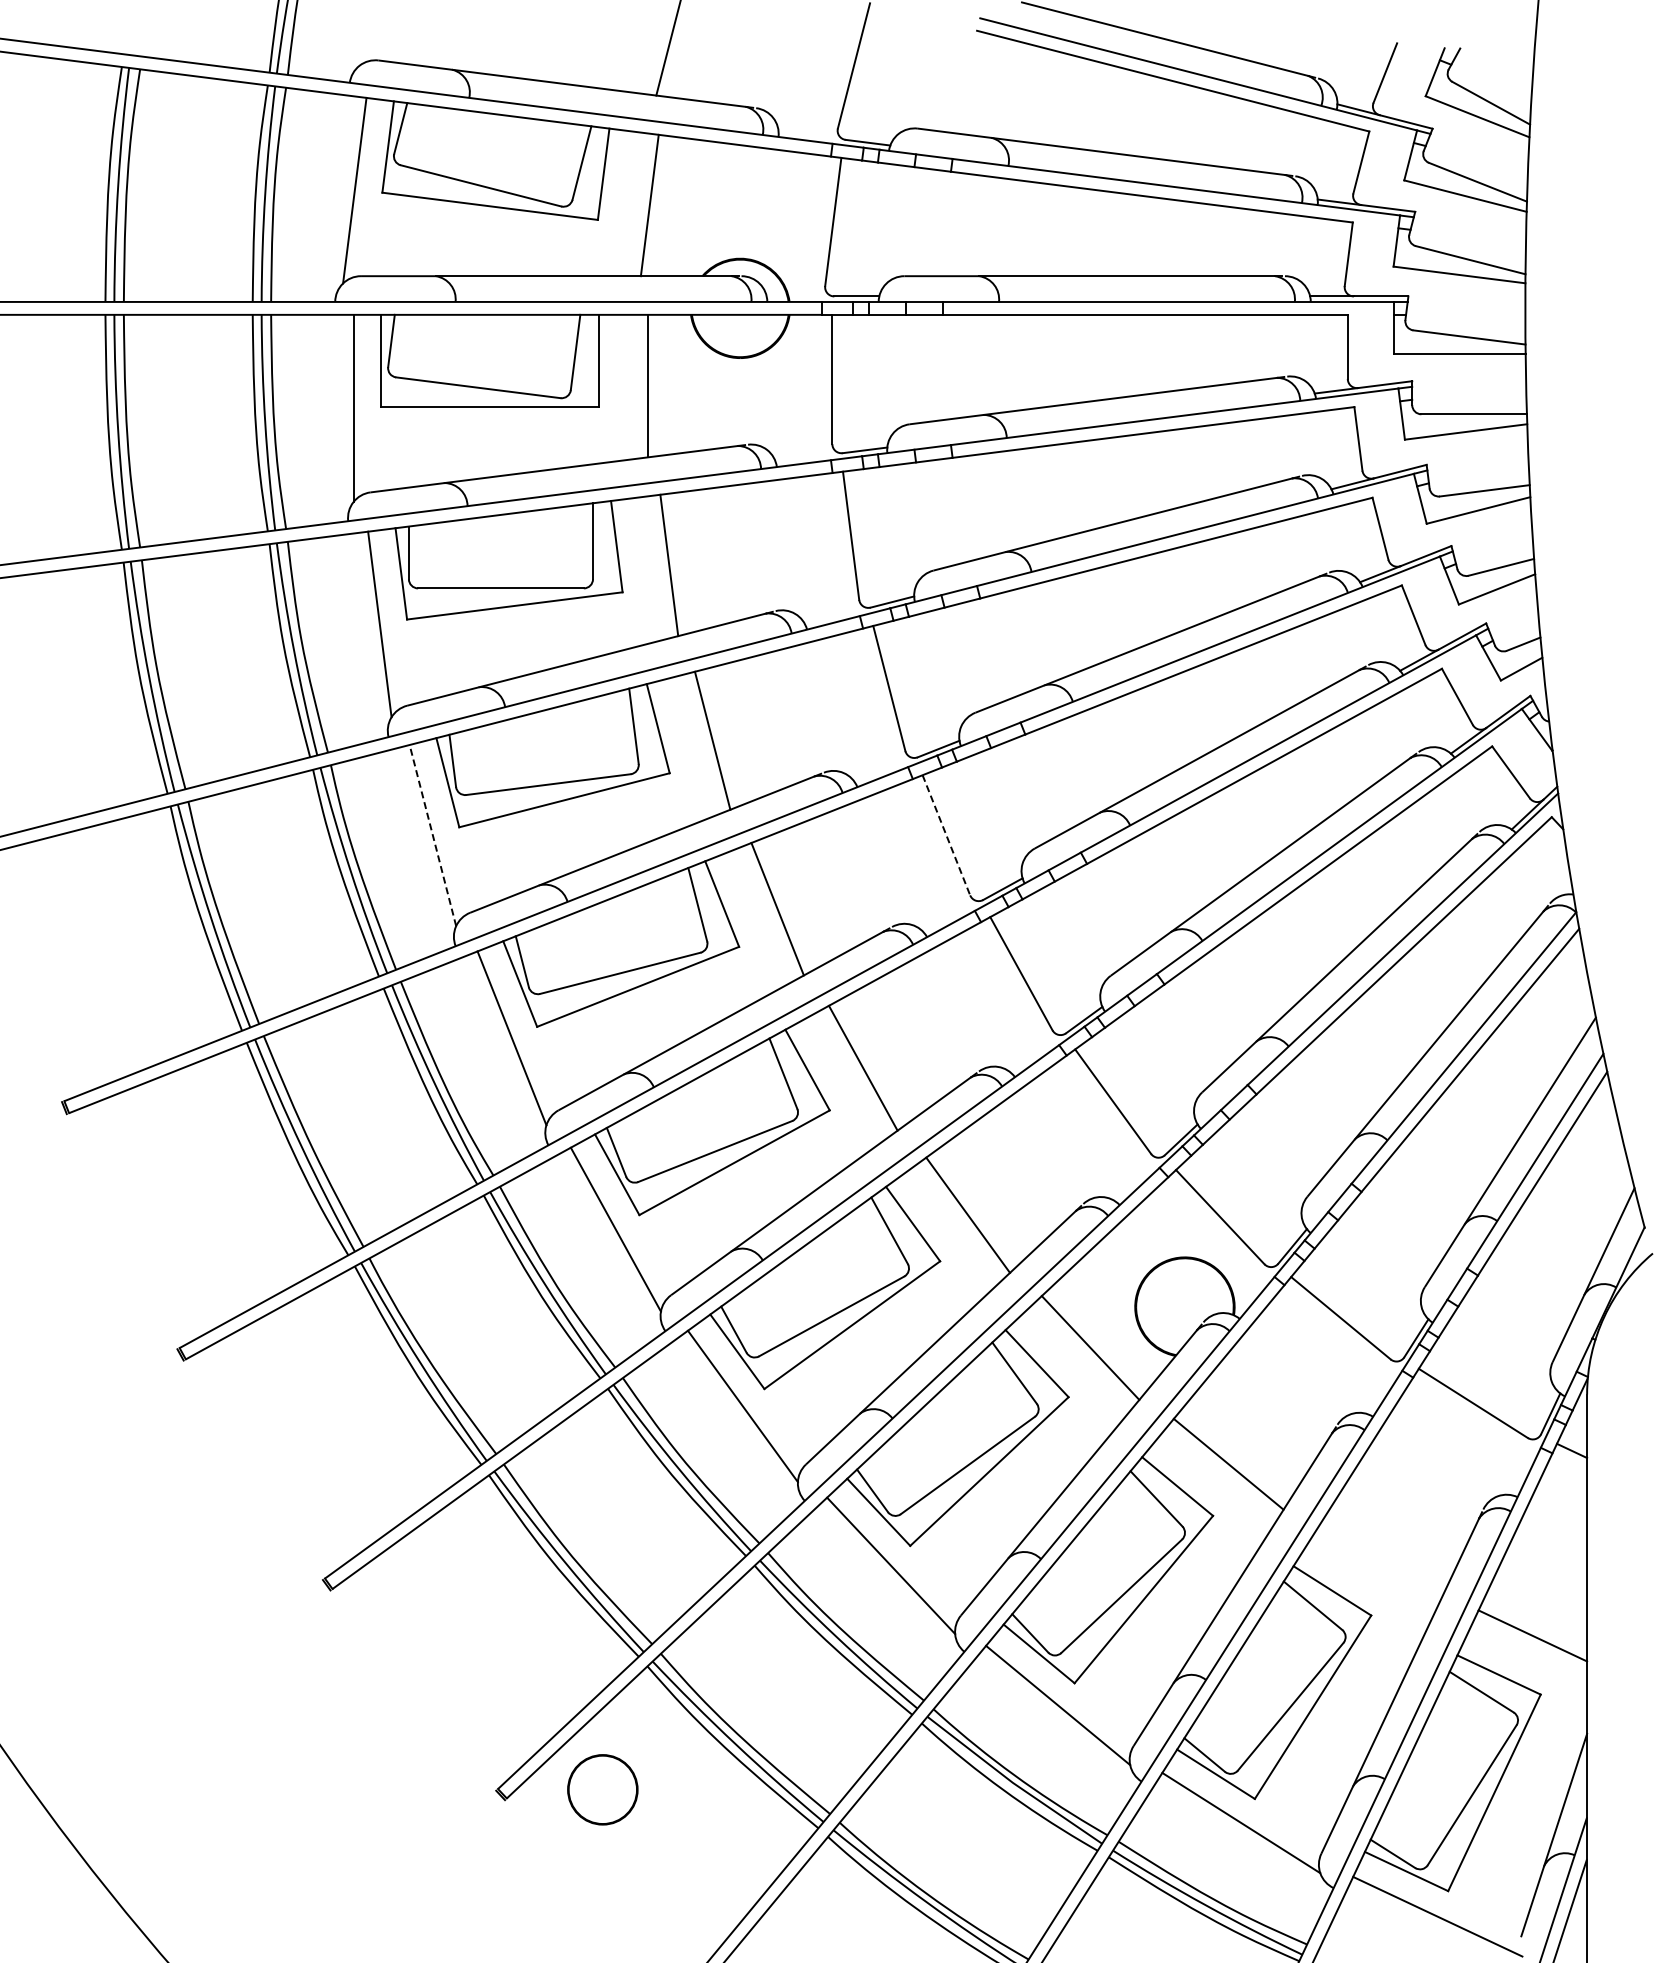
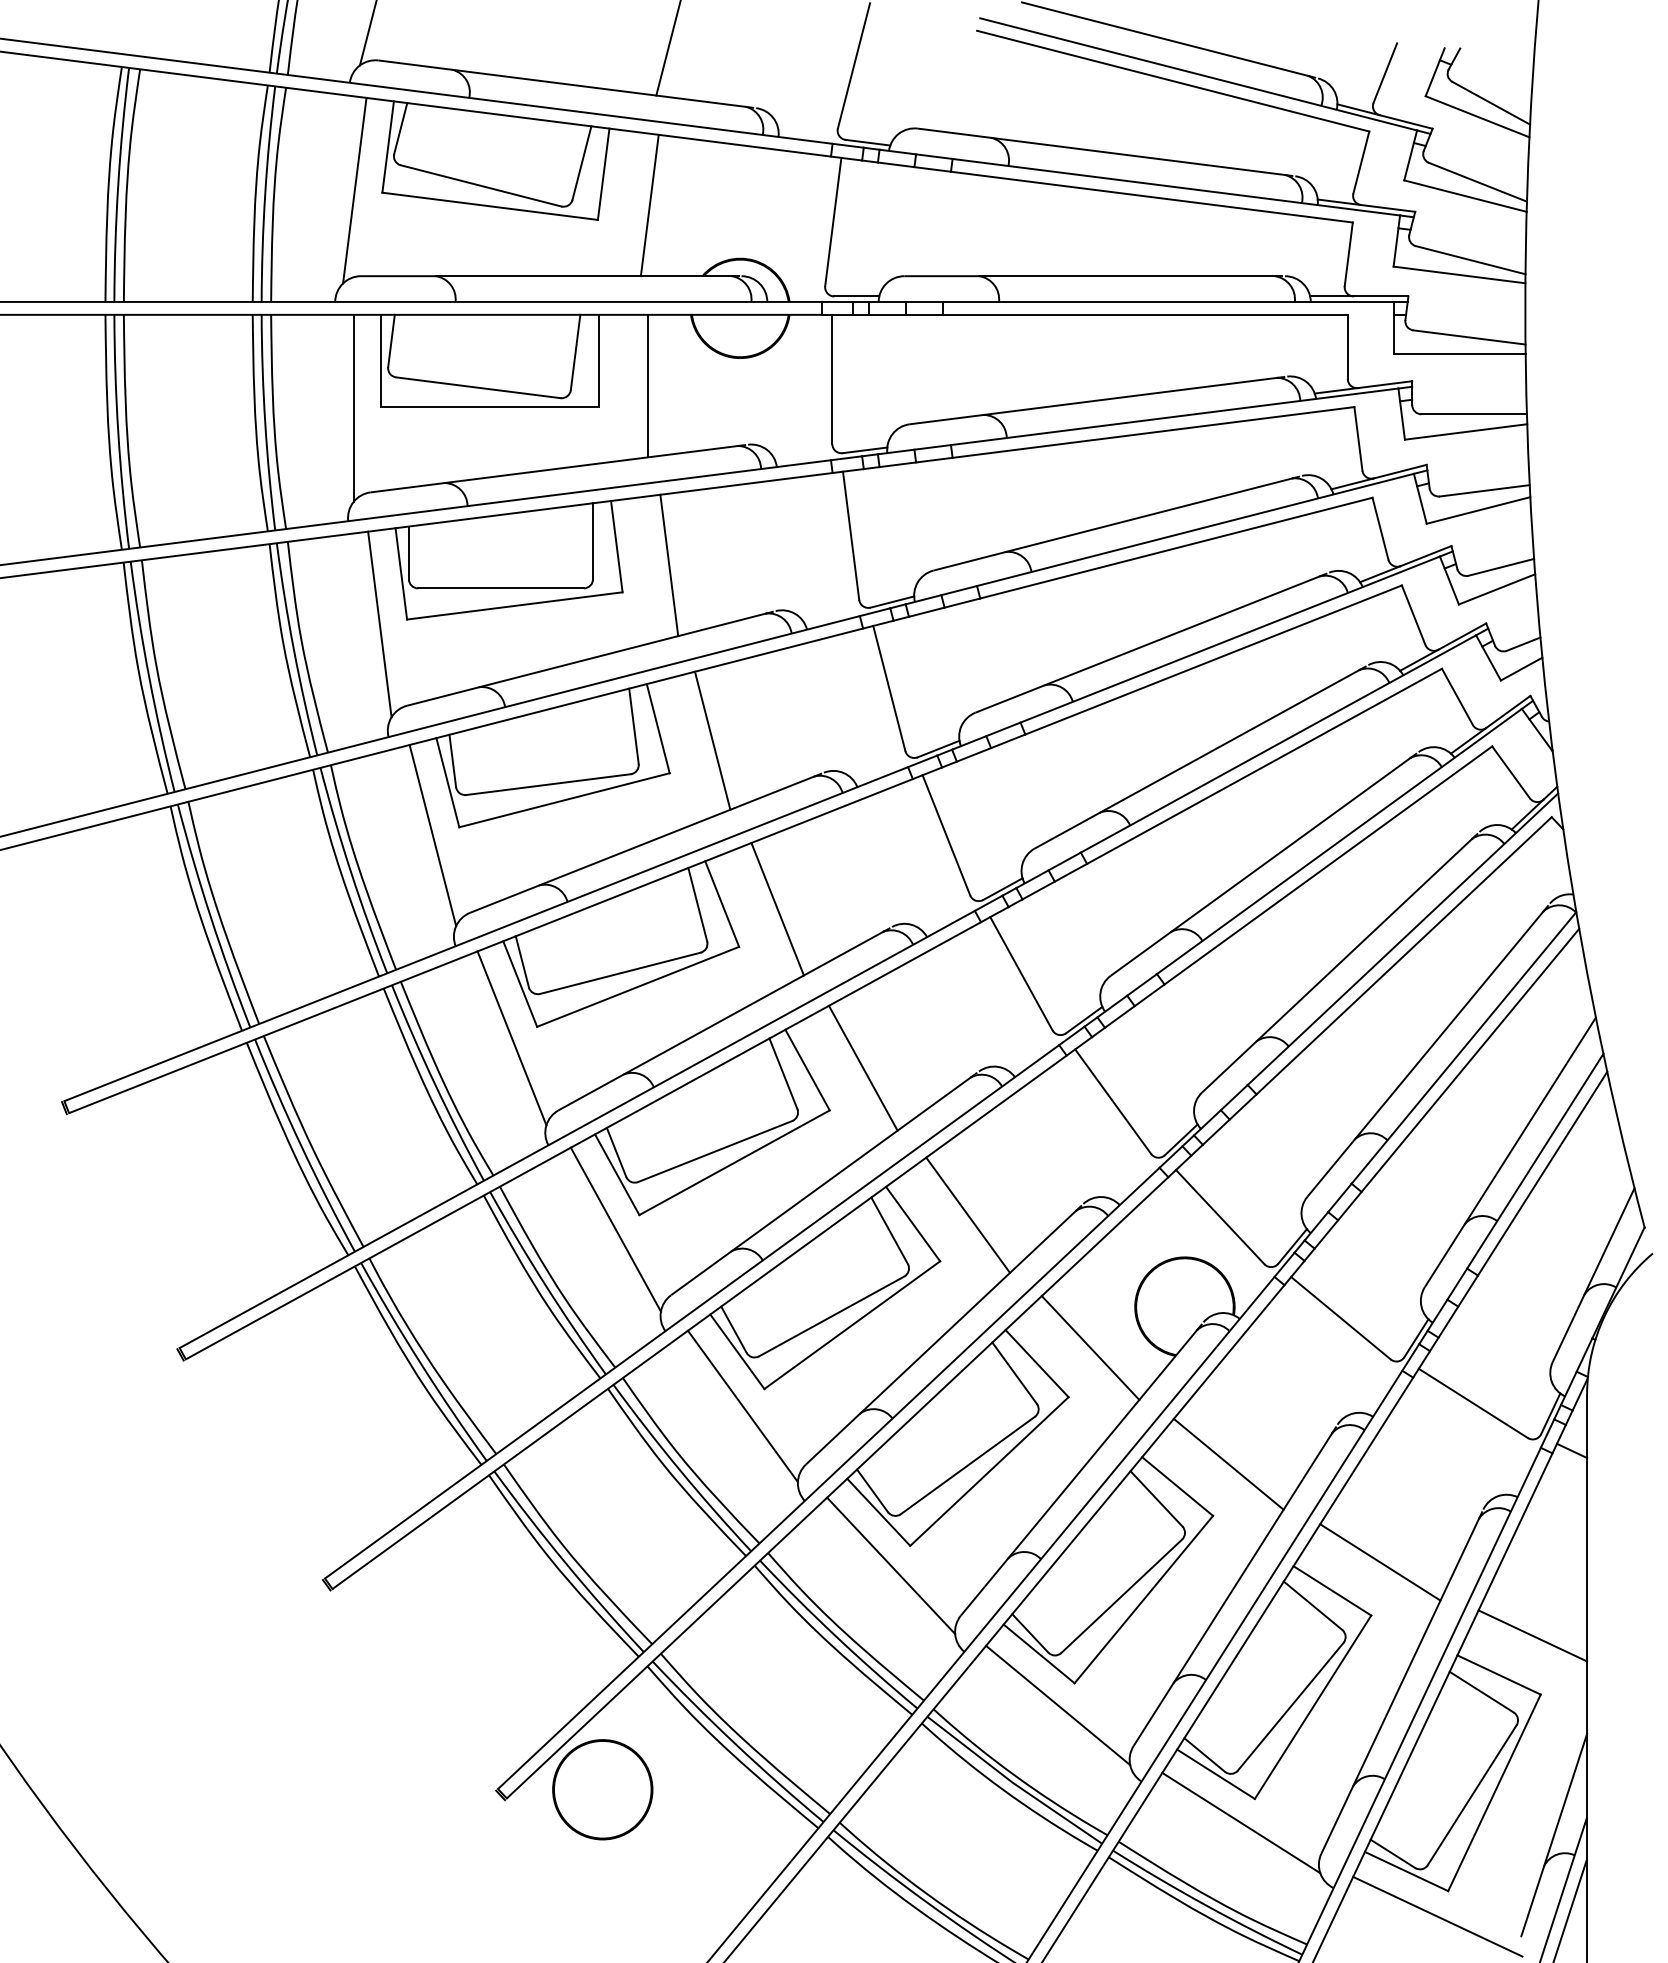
line at (367, 33): none -> present
line at (432, 835): dashed -> solid
line at (946, 835): dashed -> solid
line at (1380, 1562): none -> present
circle at (602, 1789) size: 72x72 px -> 102x102 px
